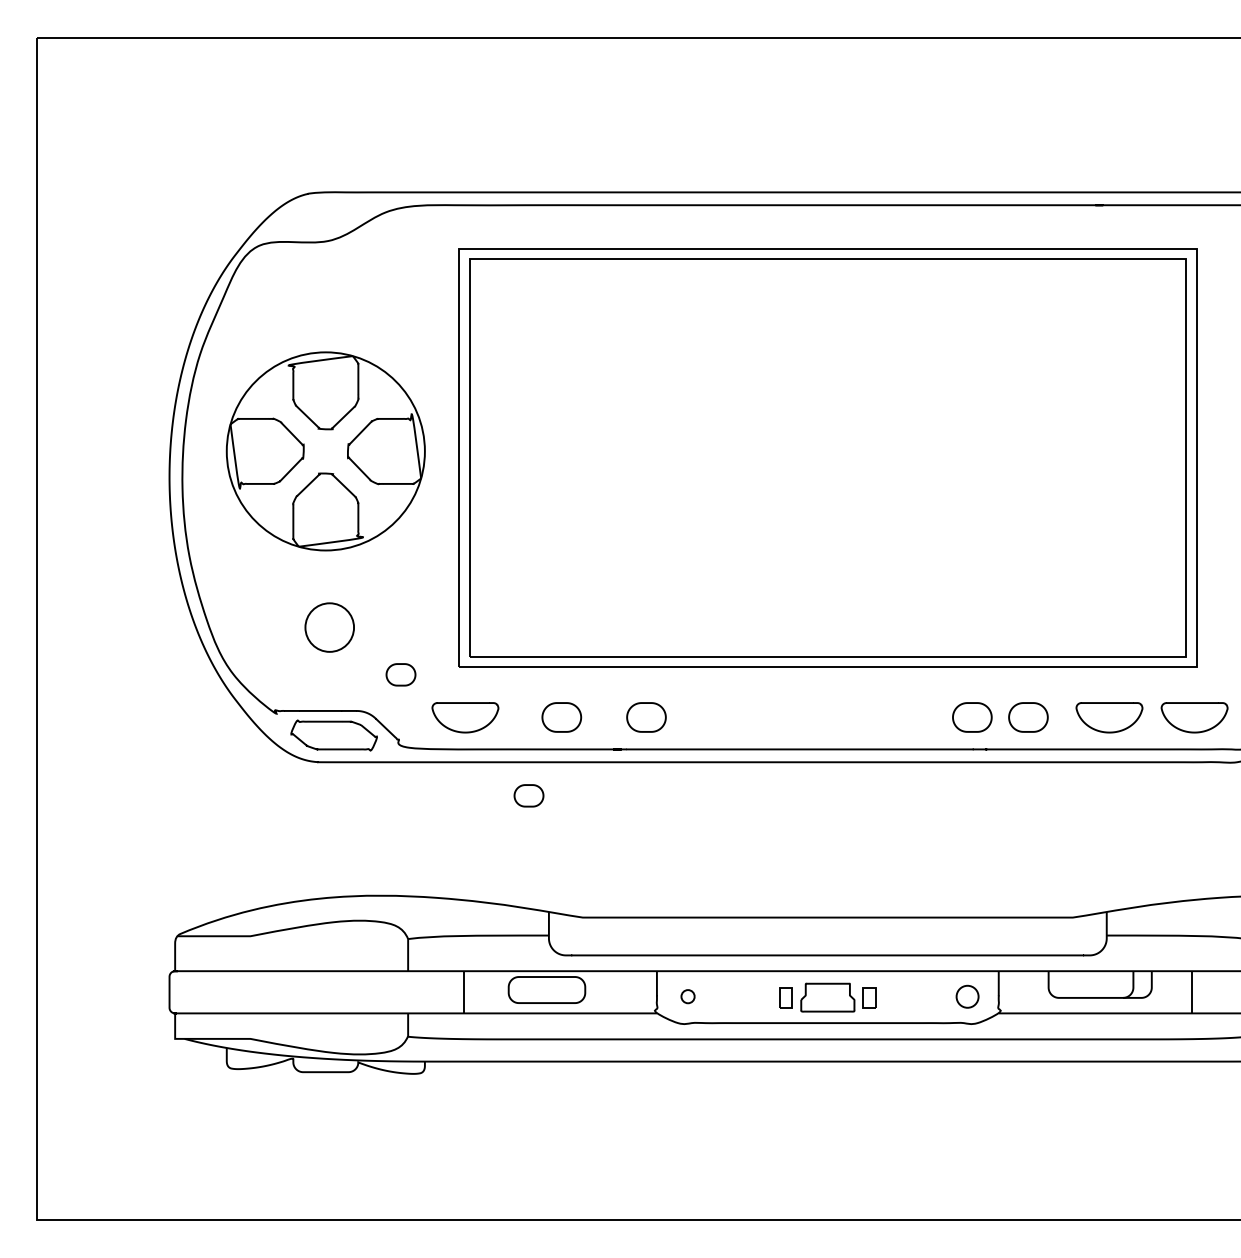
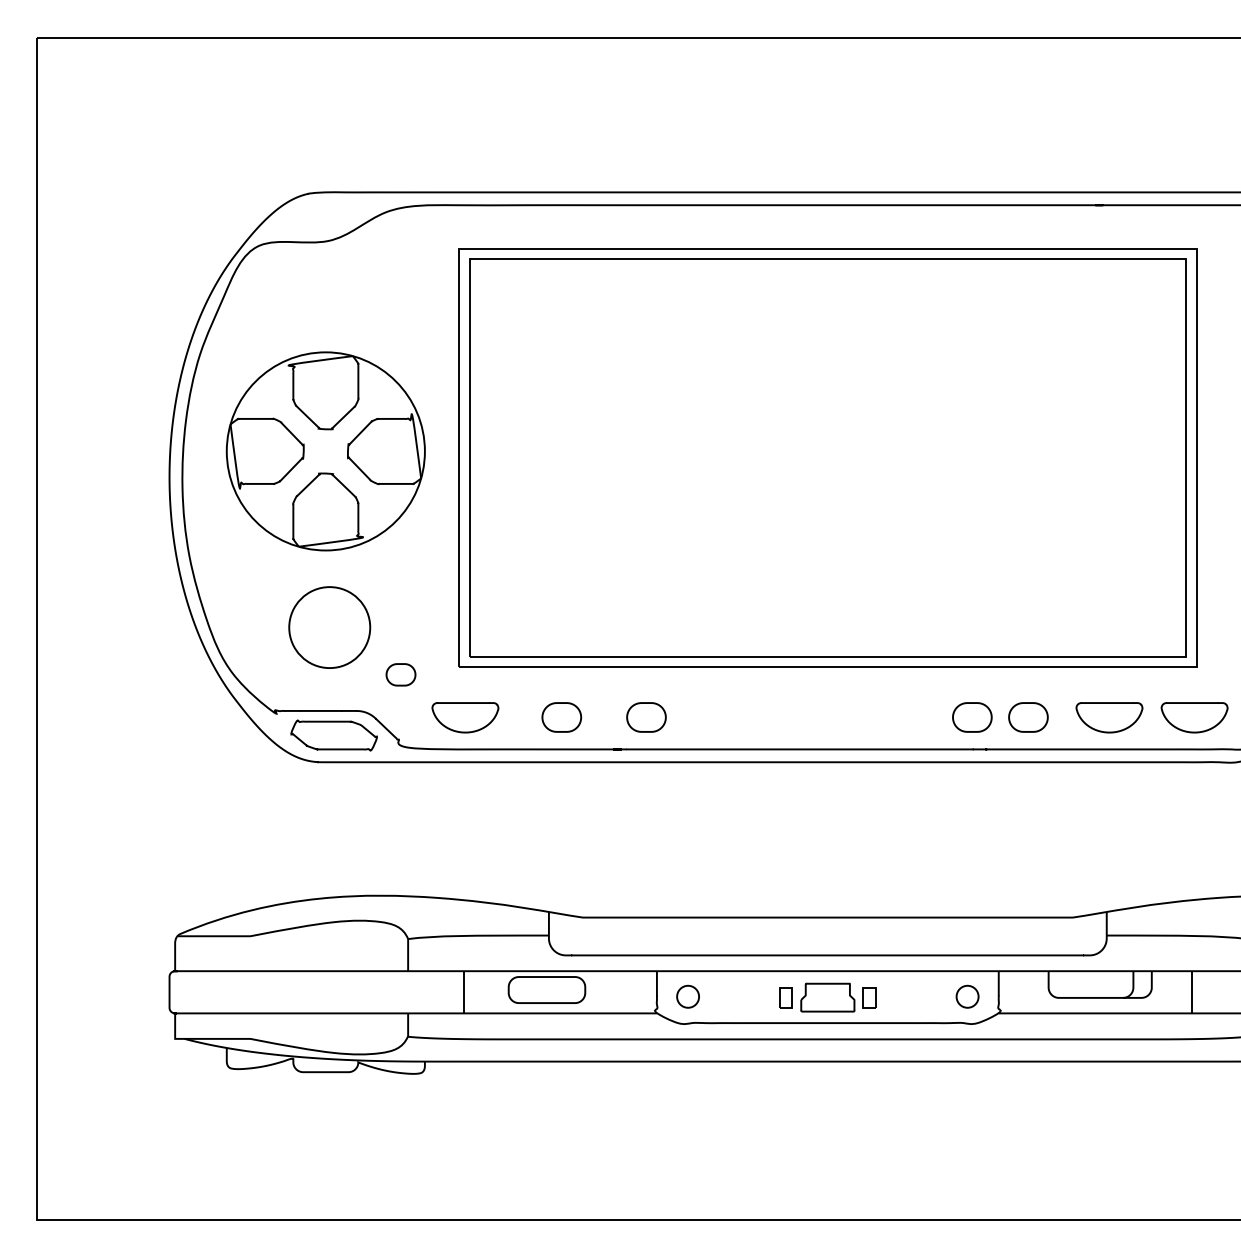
circle at (329, 627) diameter: 49 px -> 81 px
part at (528, 795): present -> none
circle at (687, 996) size: 16x16 px -> 24x25 px
